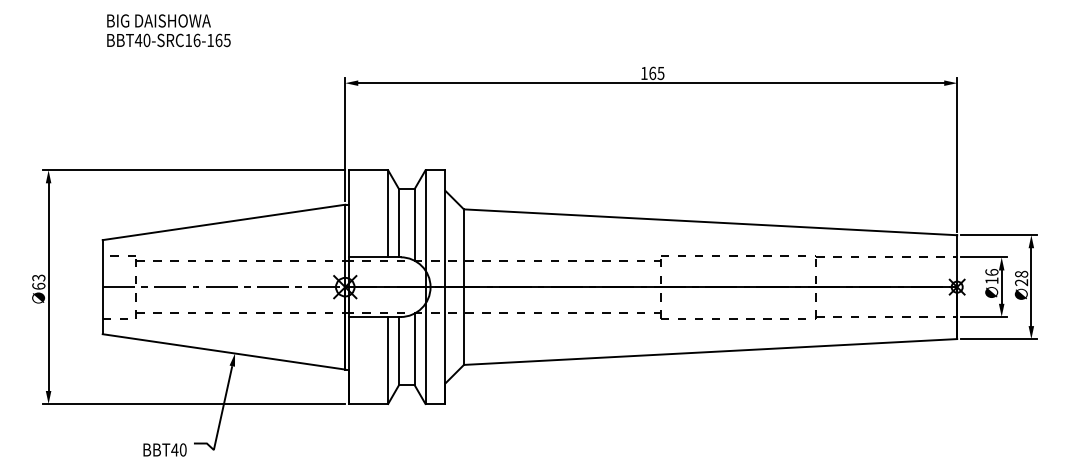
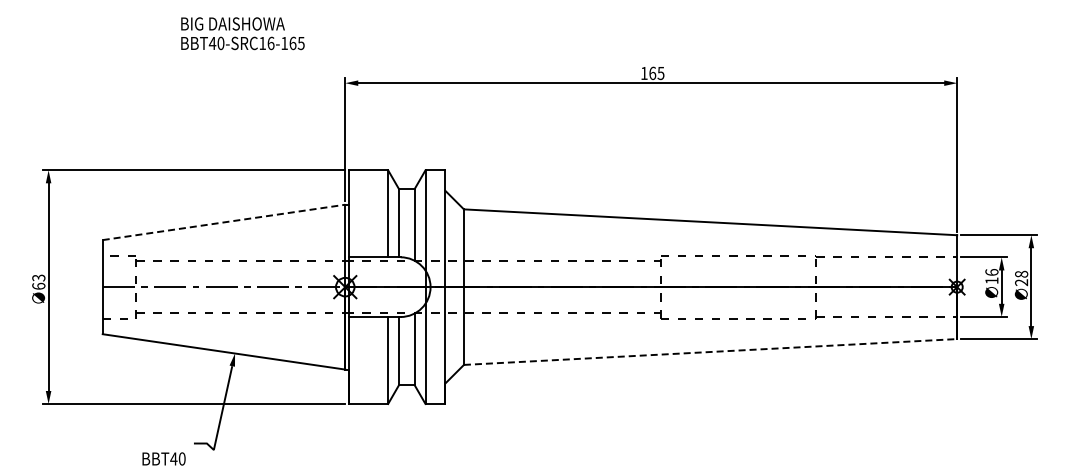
text at (168, 30) position: (168, 30) -> (242, 33)
line at (224, 222): solid -> dashed
line at (710, 352): solid -> dashed
text at (164, 449) position: (164, 449) -> (163, 458)
